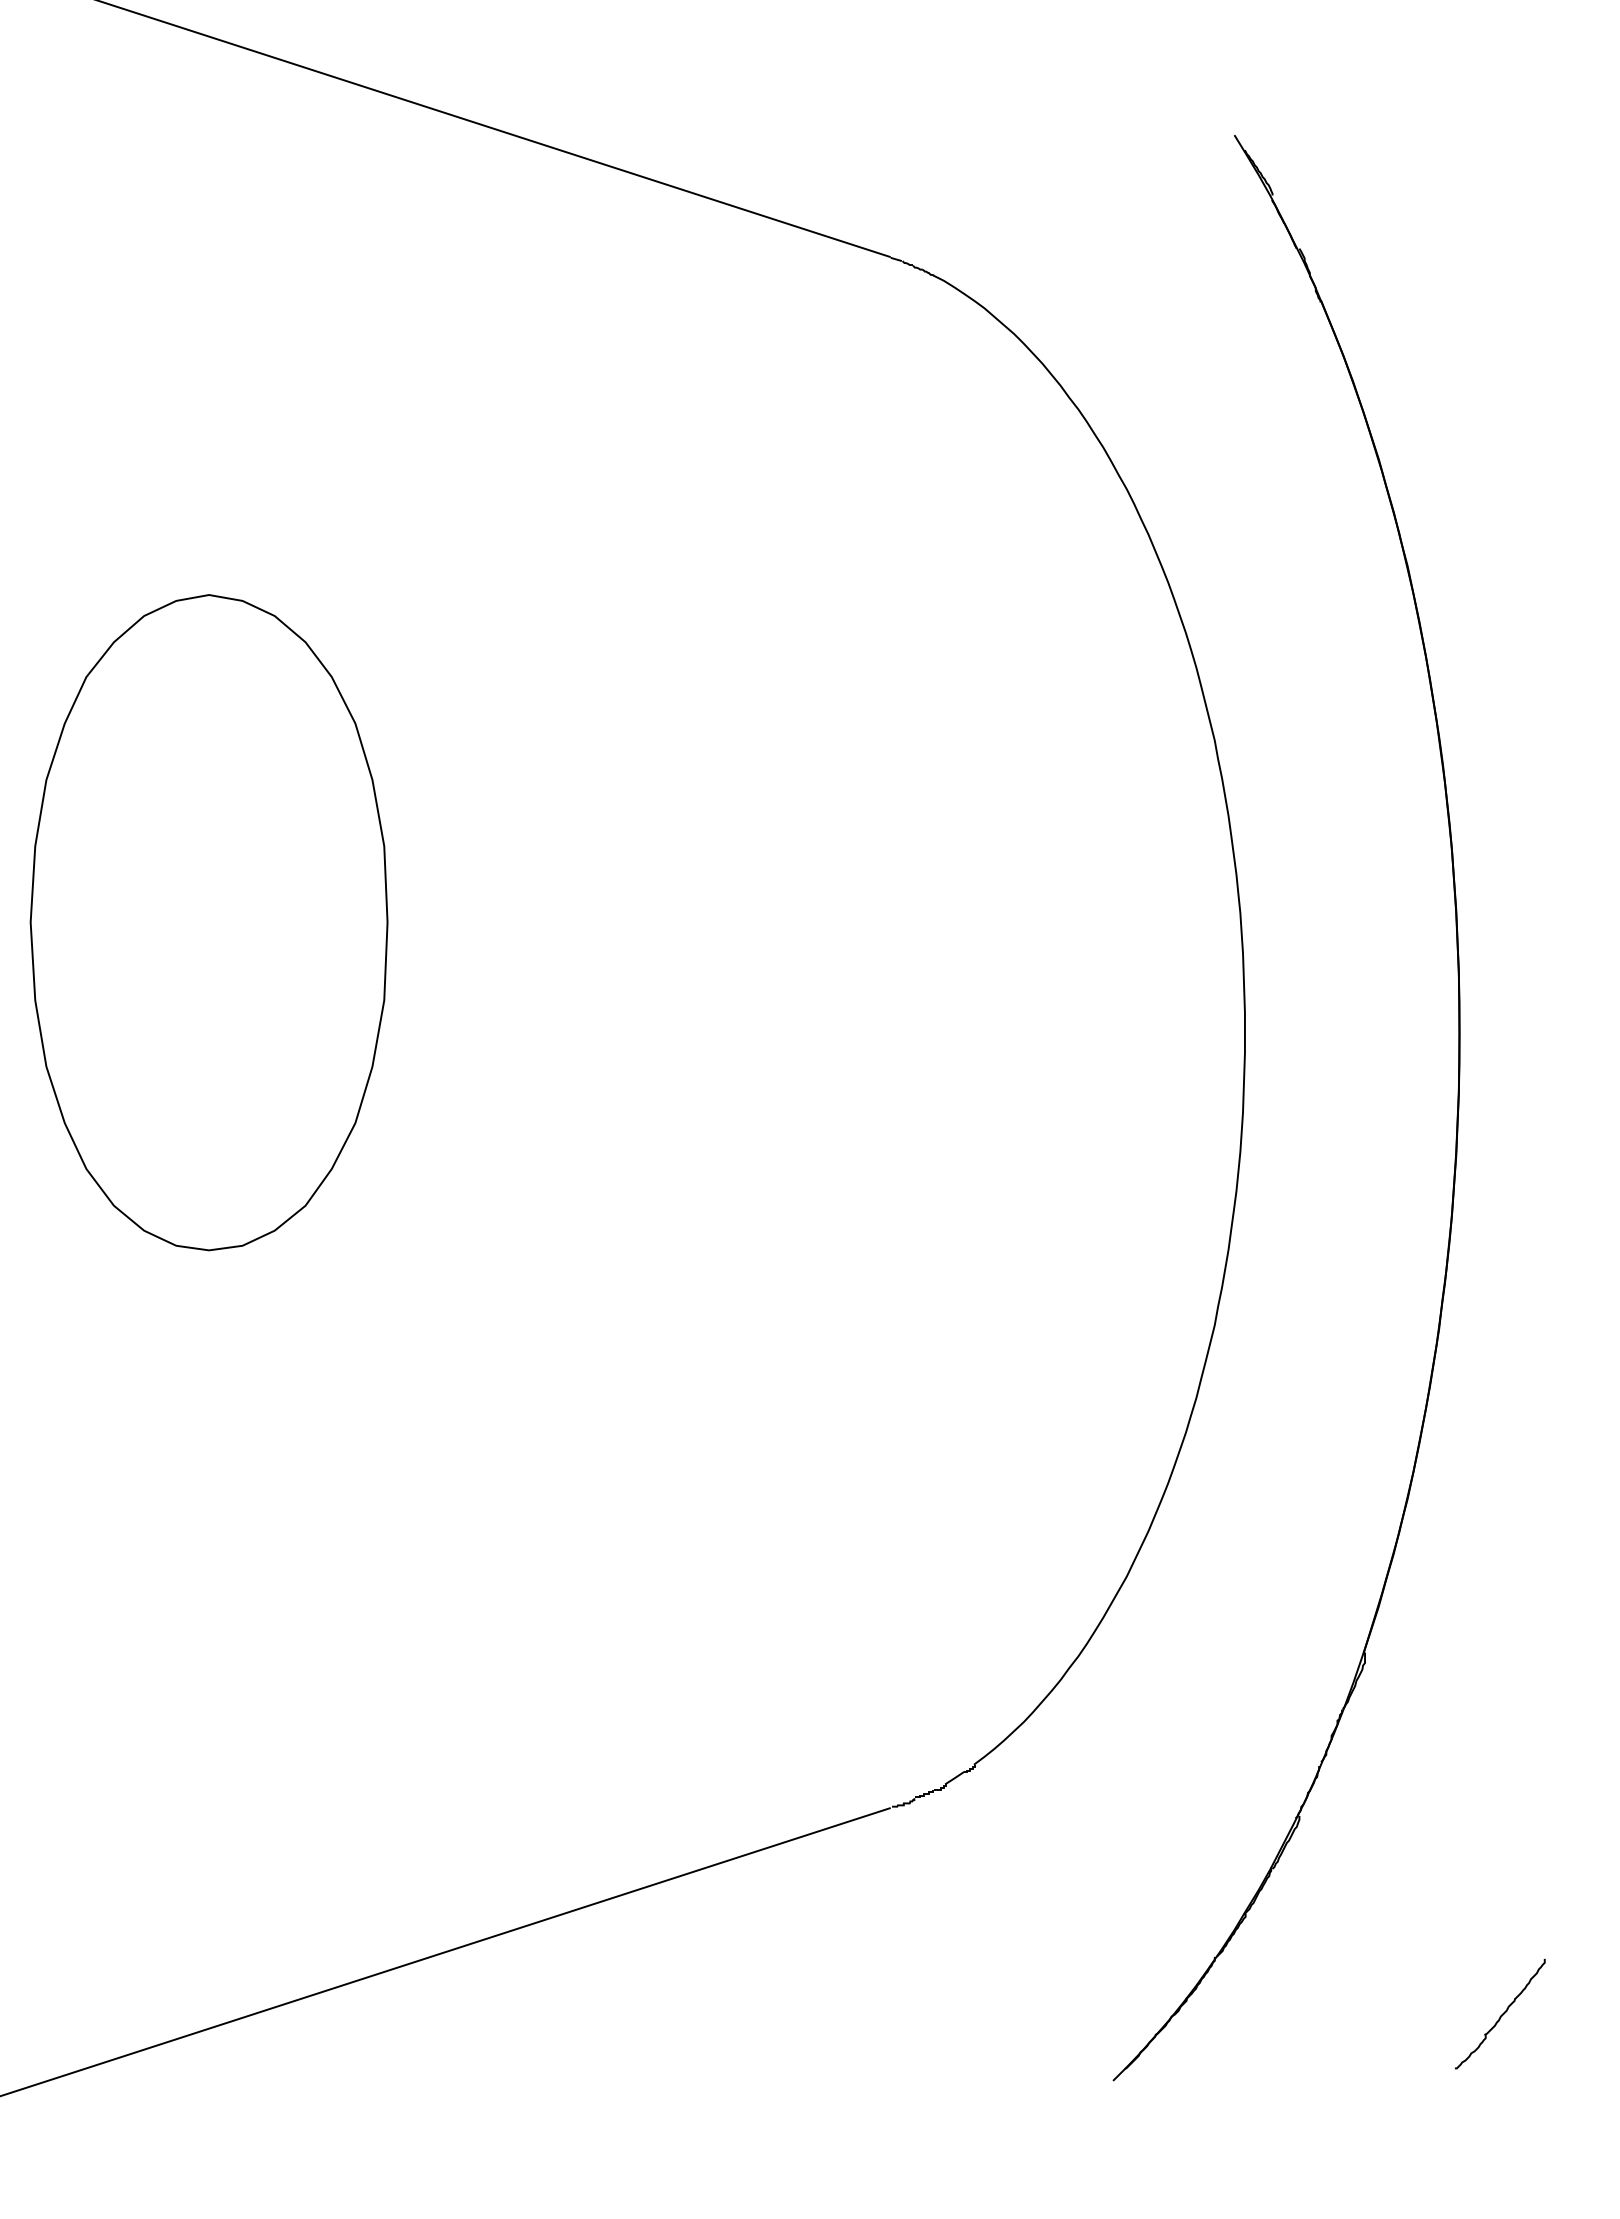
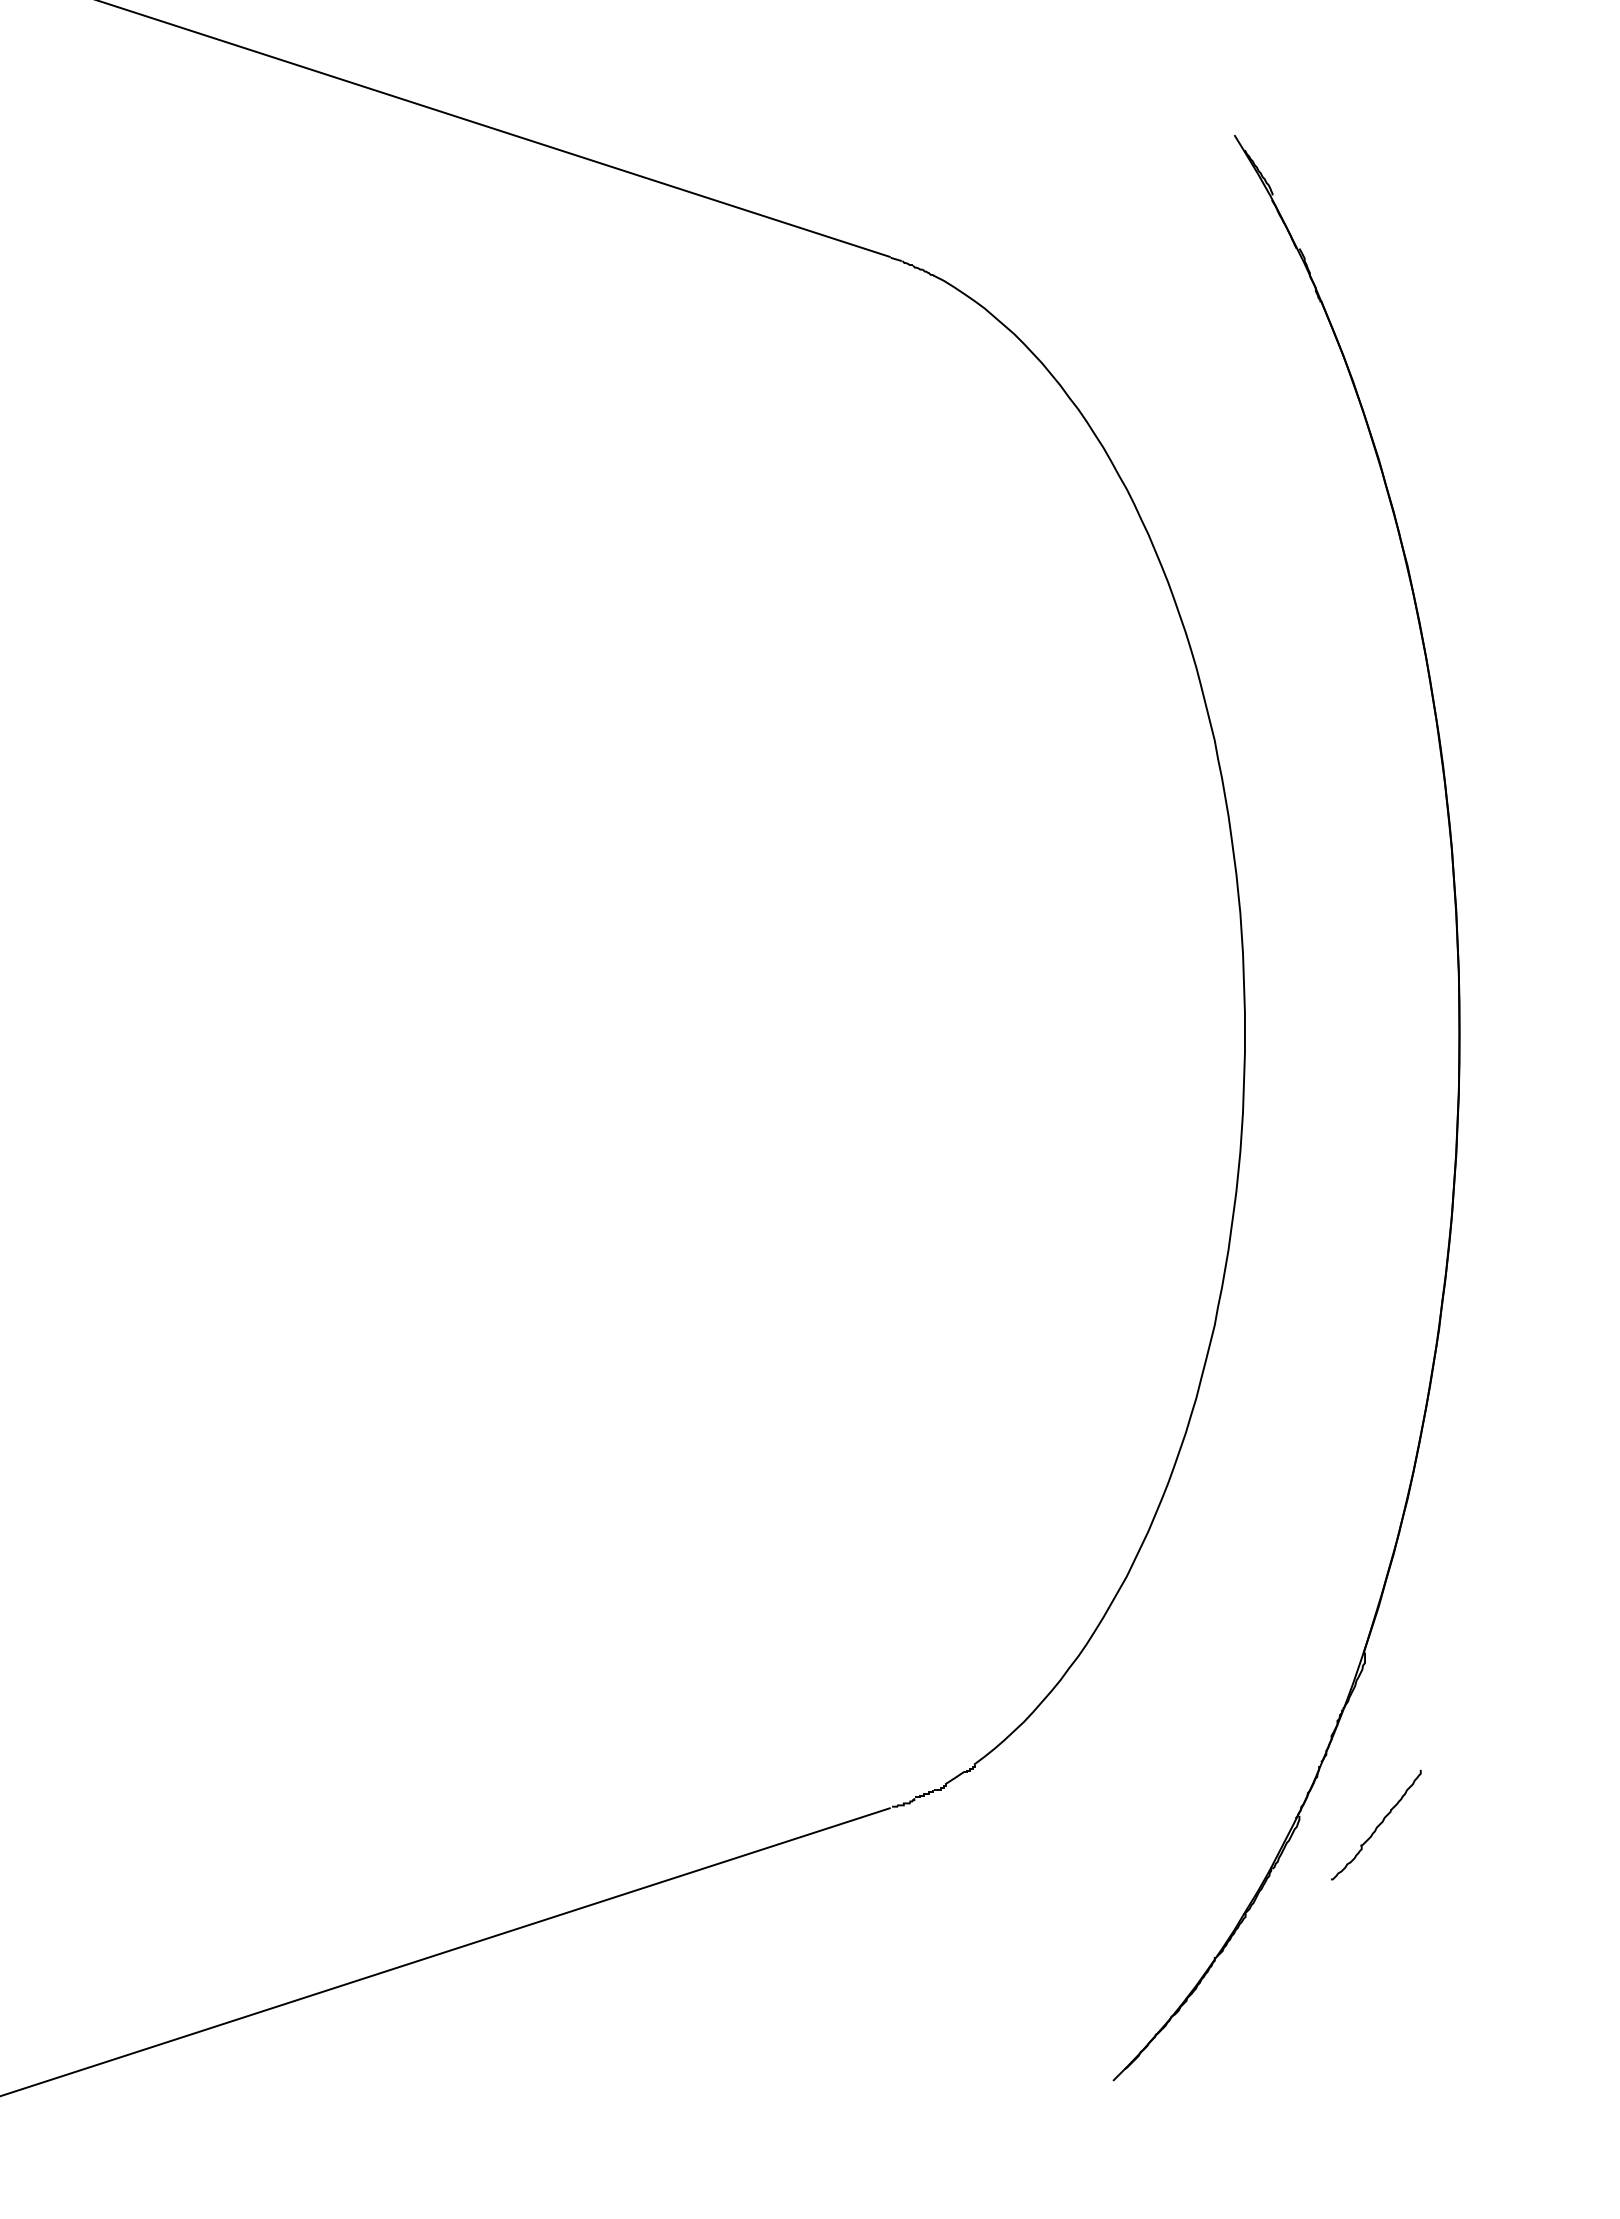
part at (208, 922): present -> none
part at (1500, 2014) position: (1500, 2014) -> (1376, 1825)
